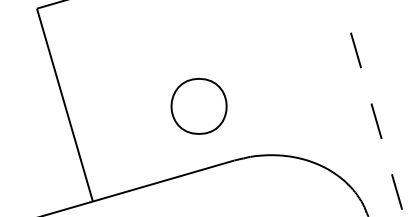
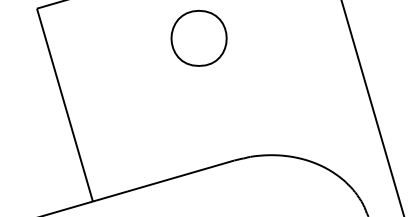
part at (198, 105) position: (198, 105) -> (198, 37)
line at (372, 107): dashed -> solid
